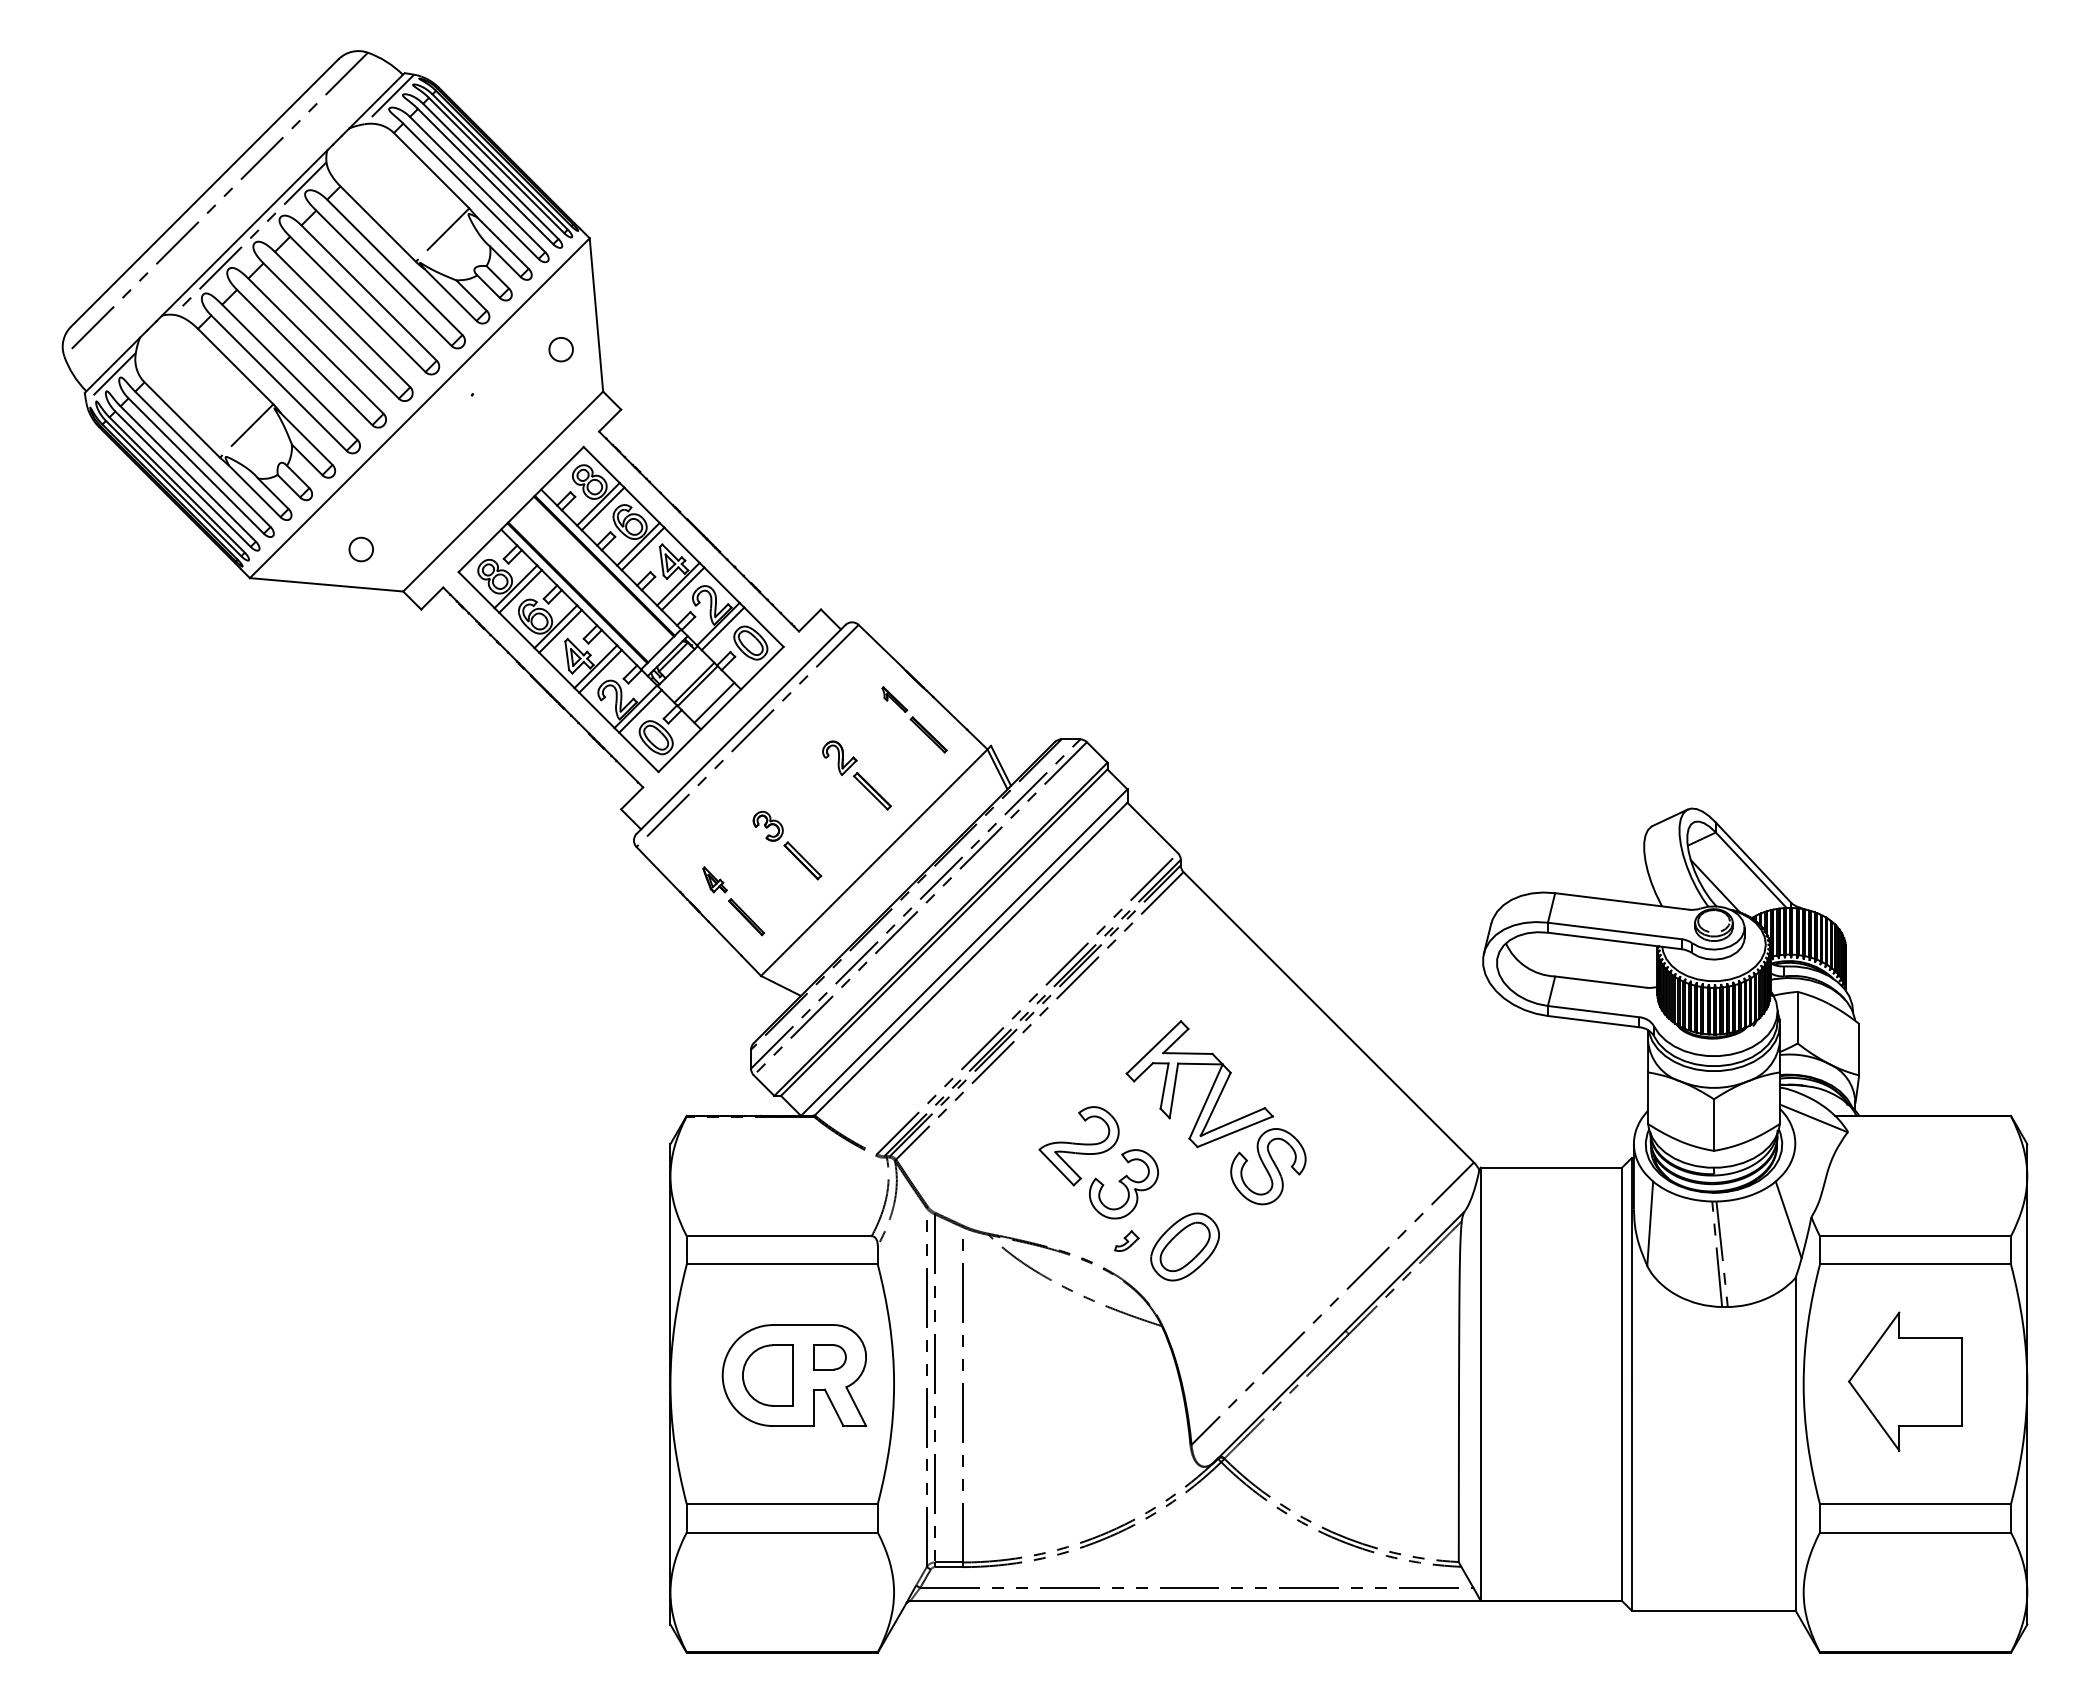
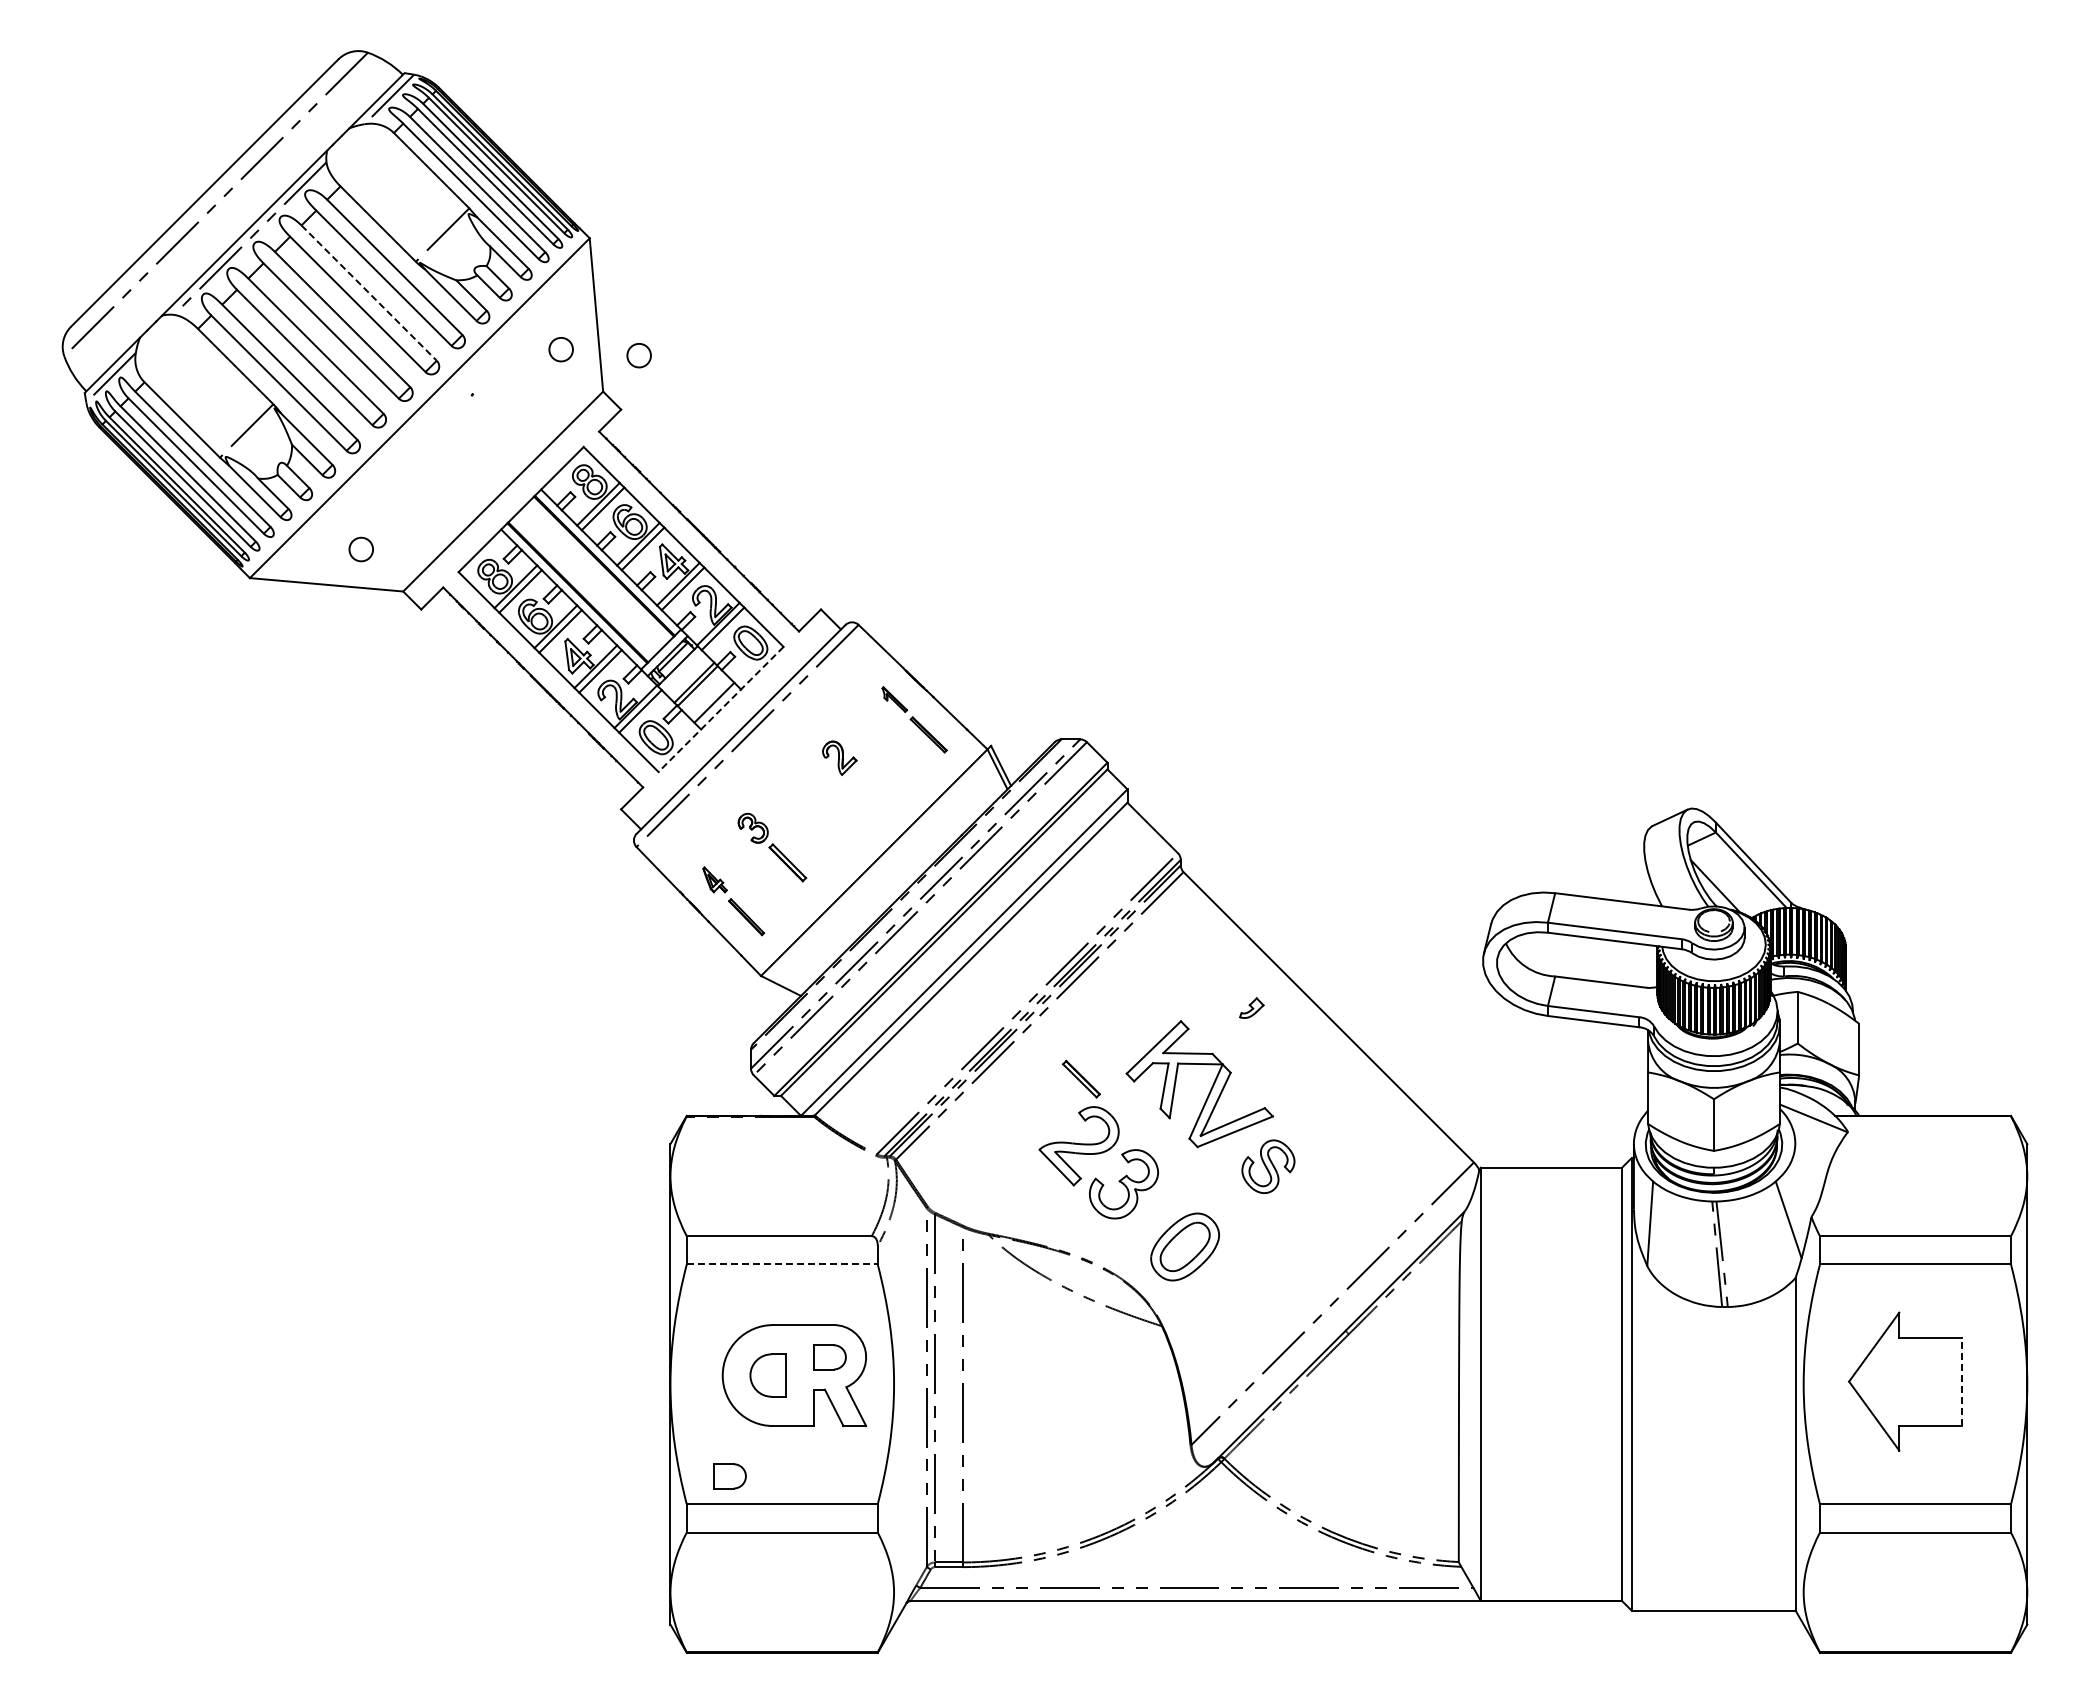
line at (369, 293): solid -> dashed
part at (638, 355): none -> present
line at (720, 709): solid -> dashed
part at (872, 790) position: (872, 790) -> (1081, 1078)
part at (787, 845) position: (787, 845) -> (772, 847)
part at (1268, 1166) size: 77x78 px -> 55x55 px
part at (1126, 1240) position: (1126, 1240) -> (1251, 1007)
line at (782, 1264): solid -> dashed
part at (767, 1375) size: 52x63 px -> 38x45 px
line at (1961, 1381): solid -> dashed
part at (729, 1476): none -> present
